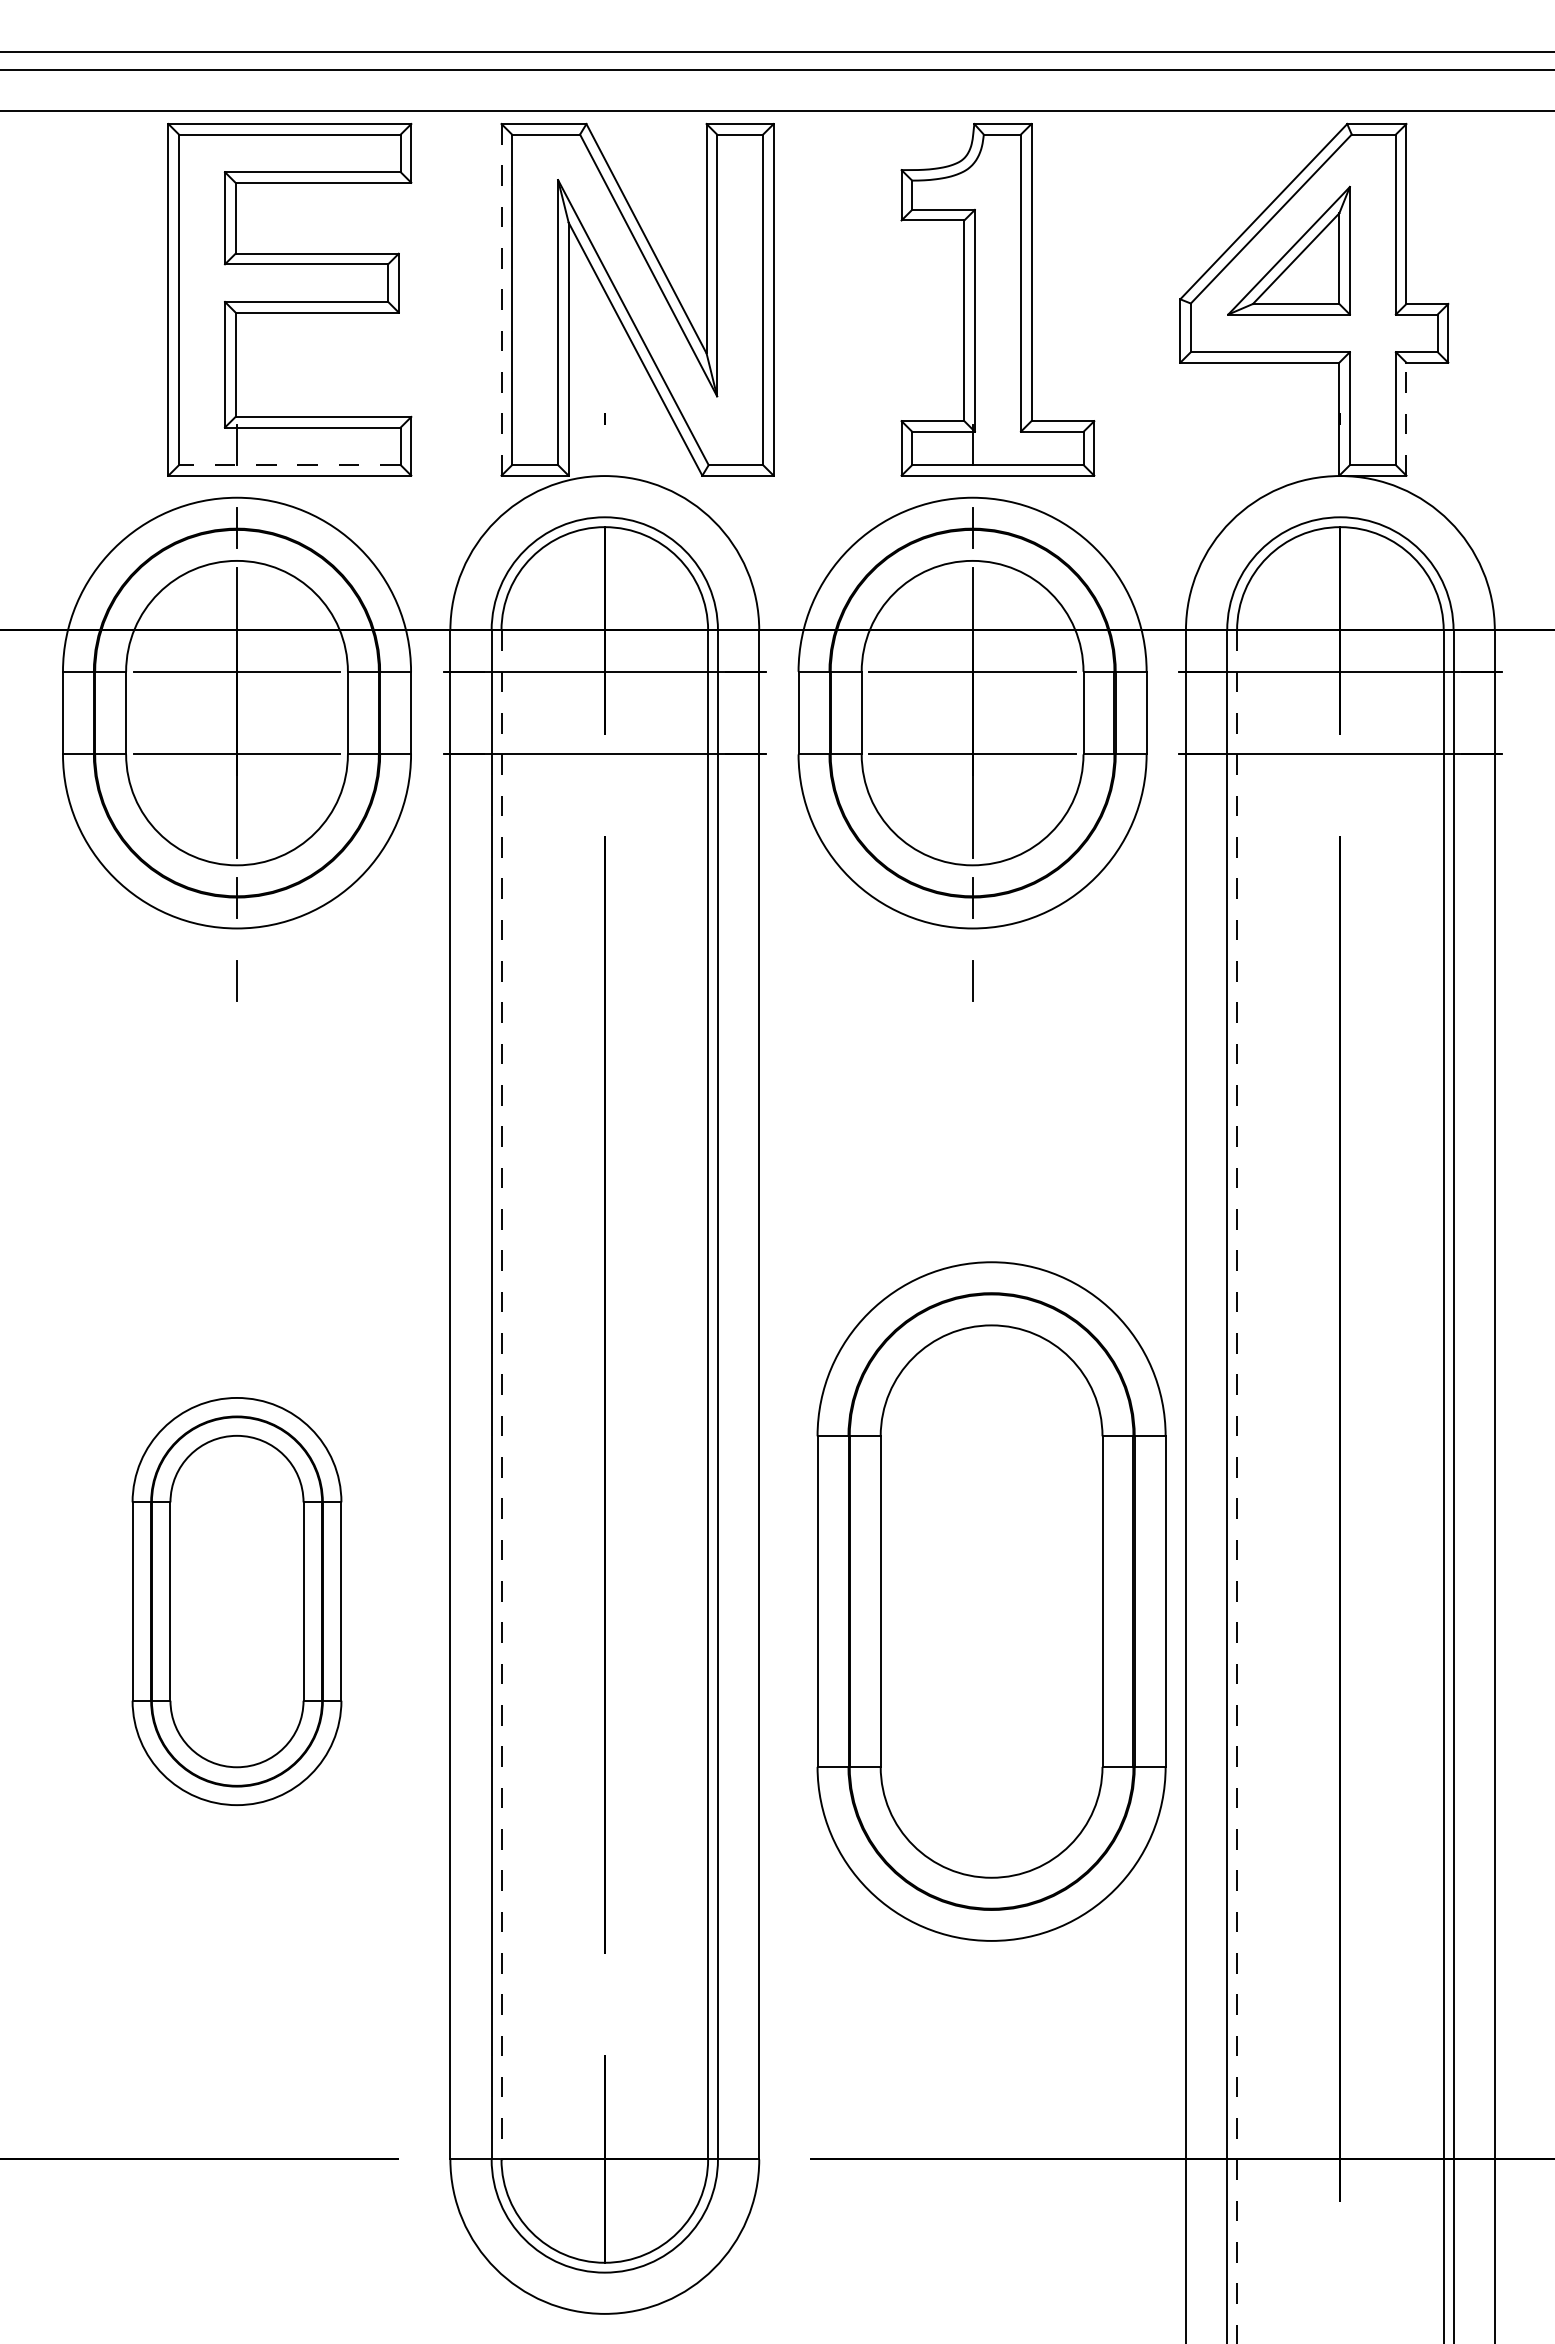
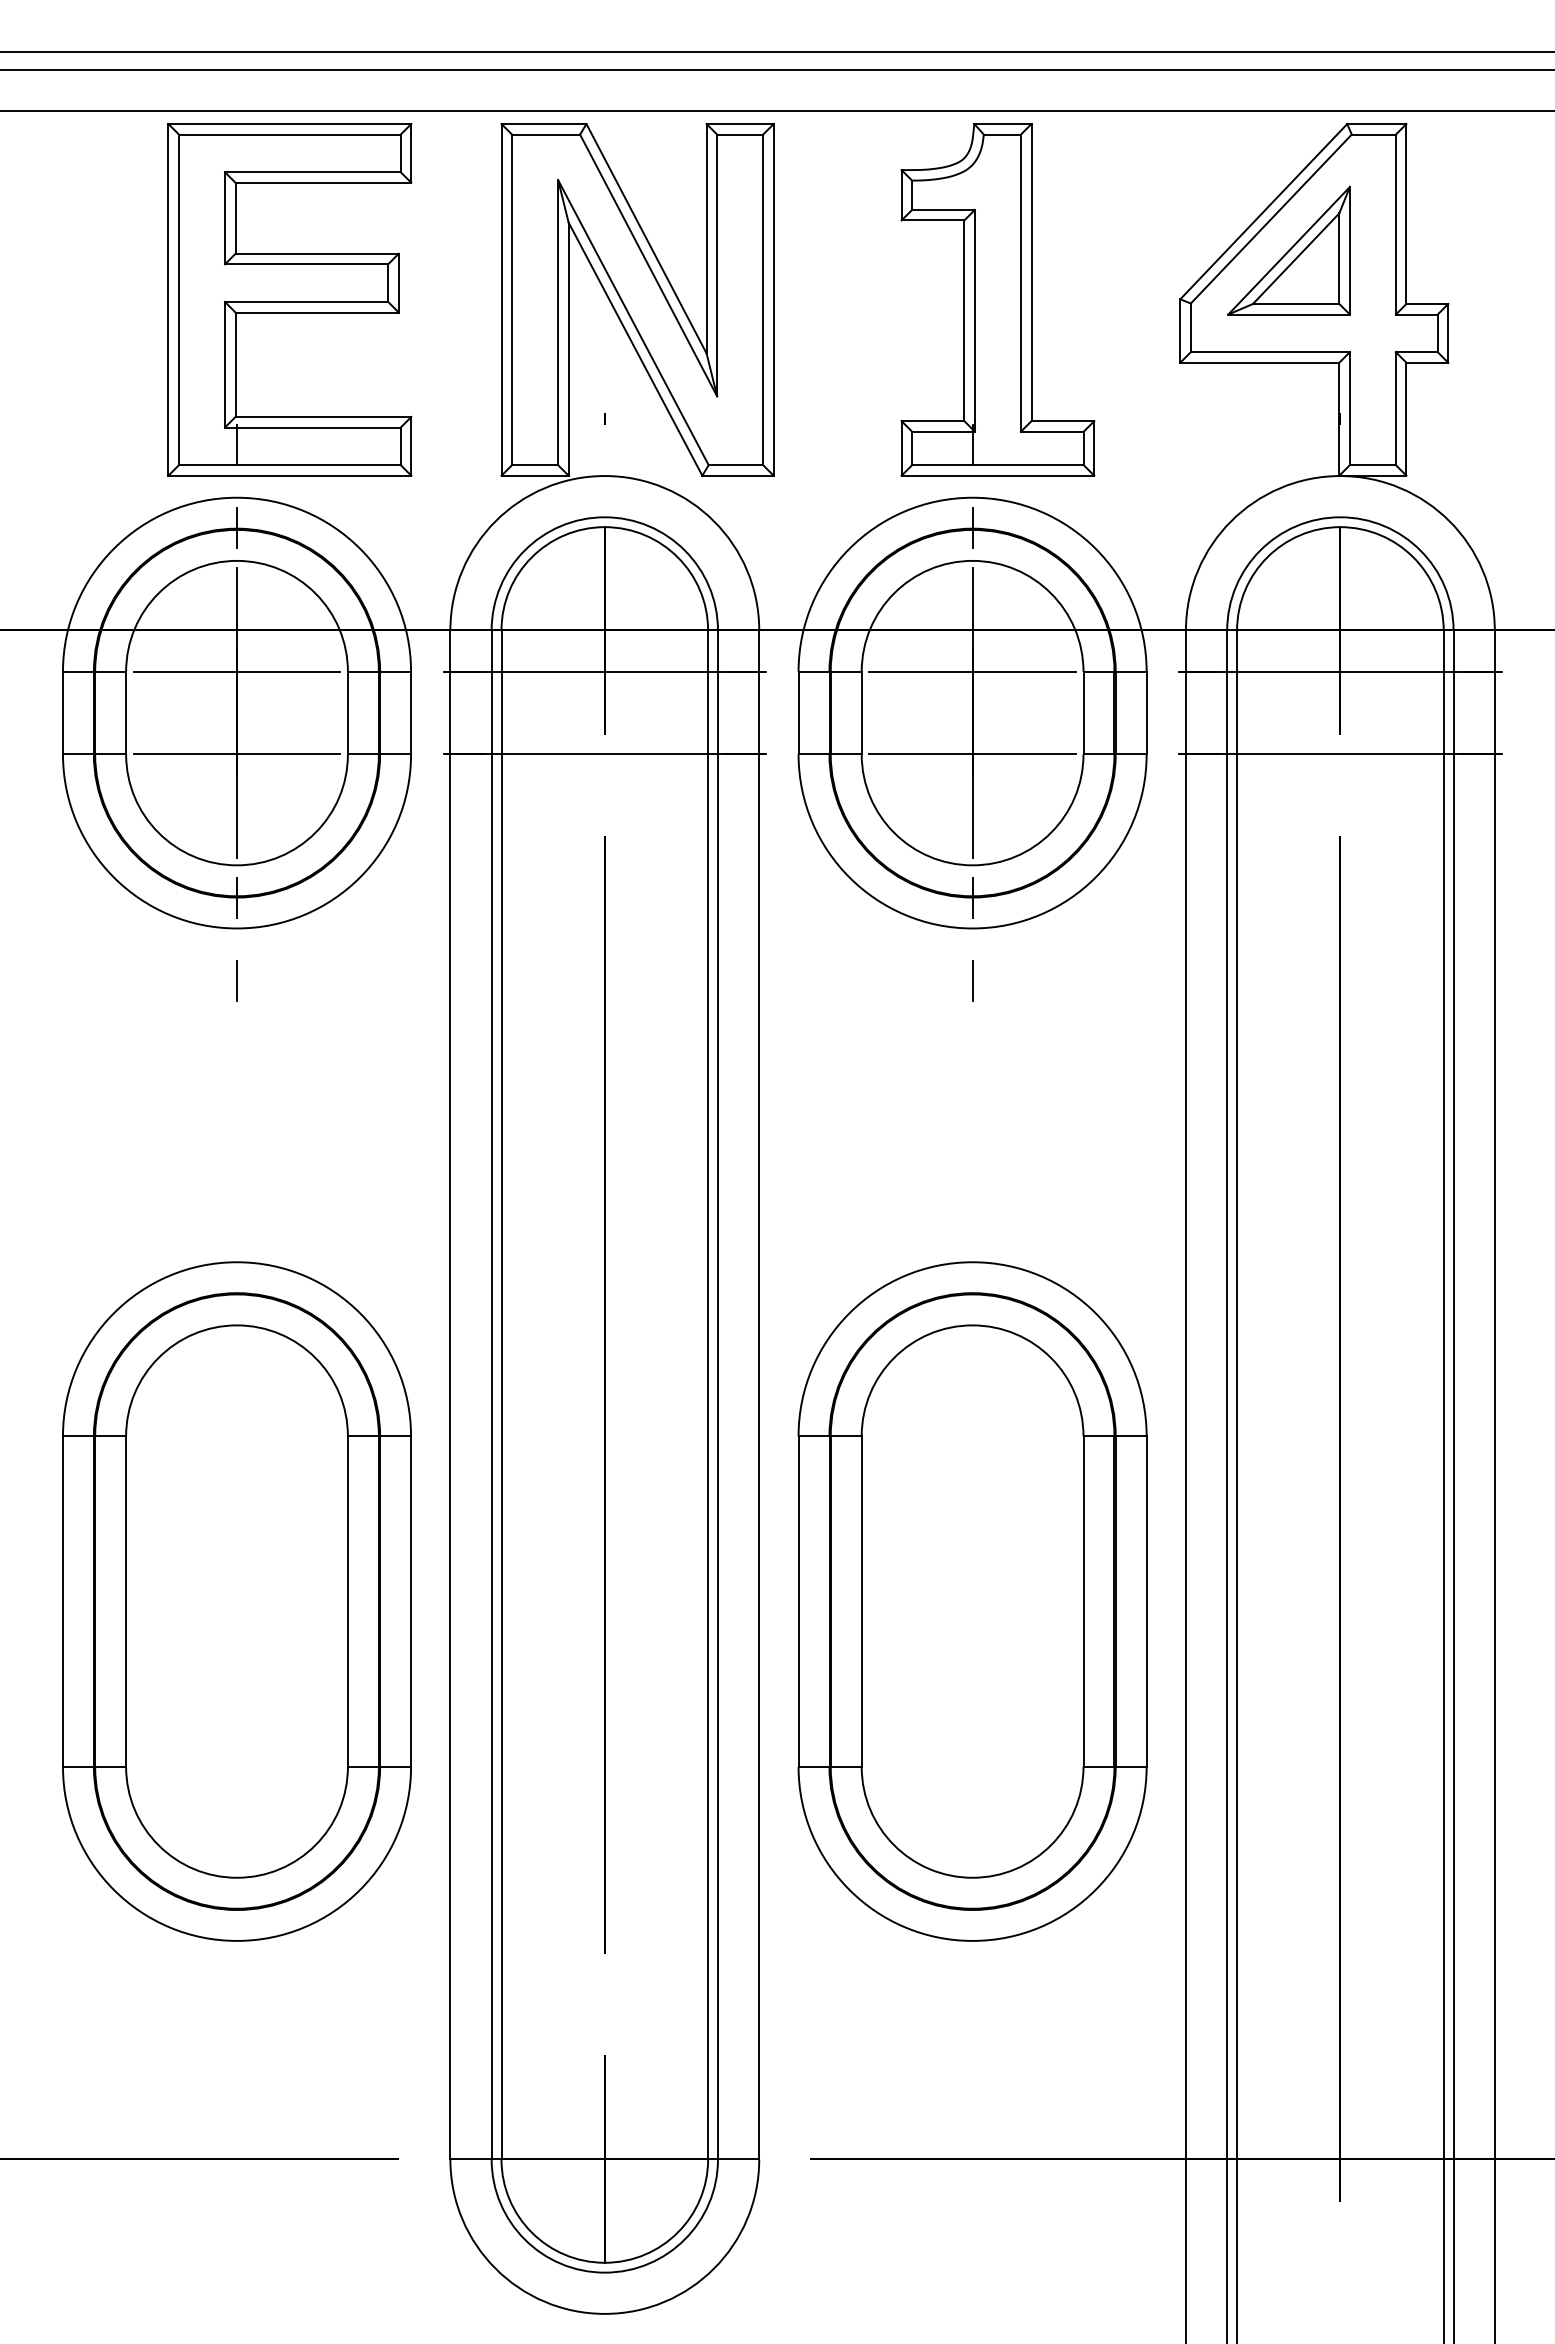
line at (501, 299): dashed -> solid
line at (1406, 418): dashed -> solid
line at (289, 465): dashed -> solid
line at (501, 1394): dashed -> solid
line at (1237, 1487): dashed -> solid
part at (236, 1601) size: 212x409 px -> 350x681 px
part at (991, 1601) position: (991, 1601) -> (972, 1601)
